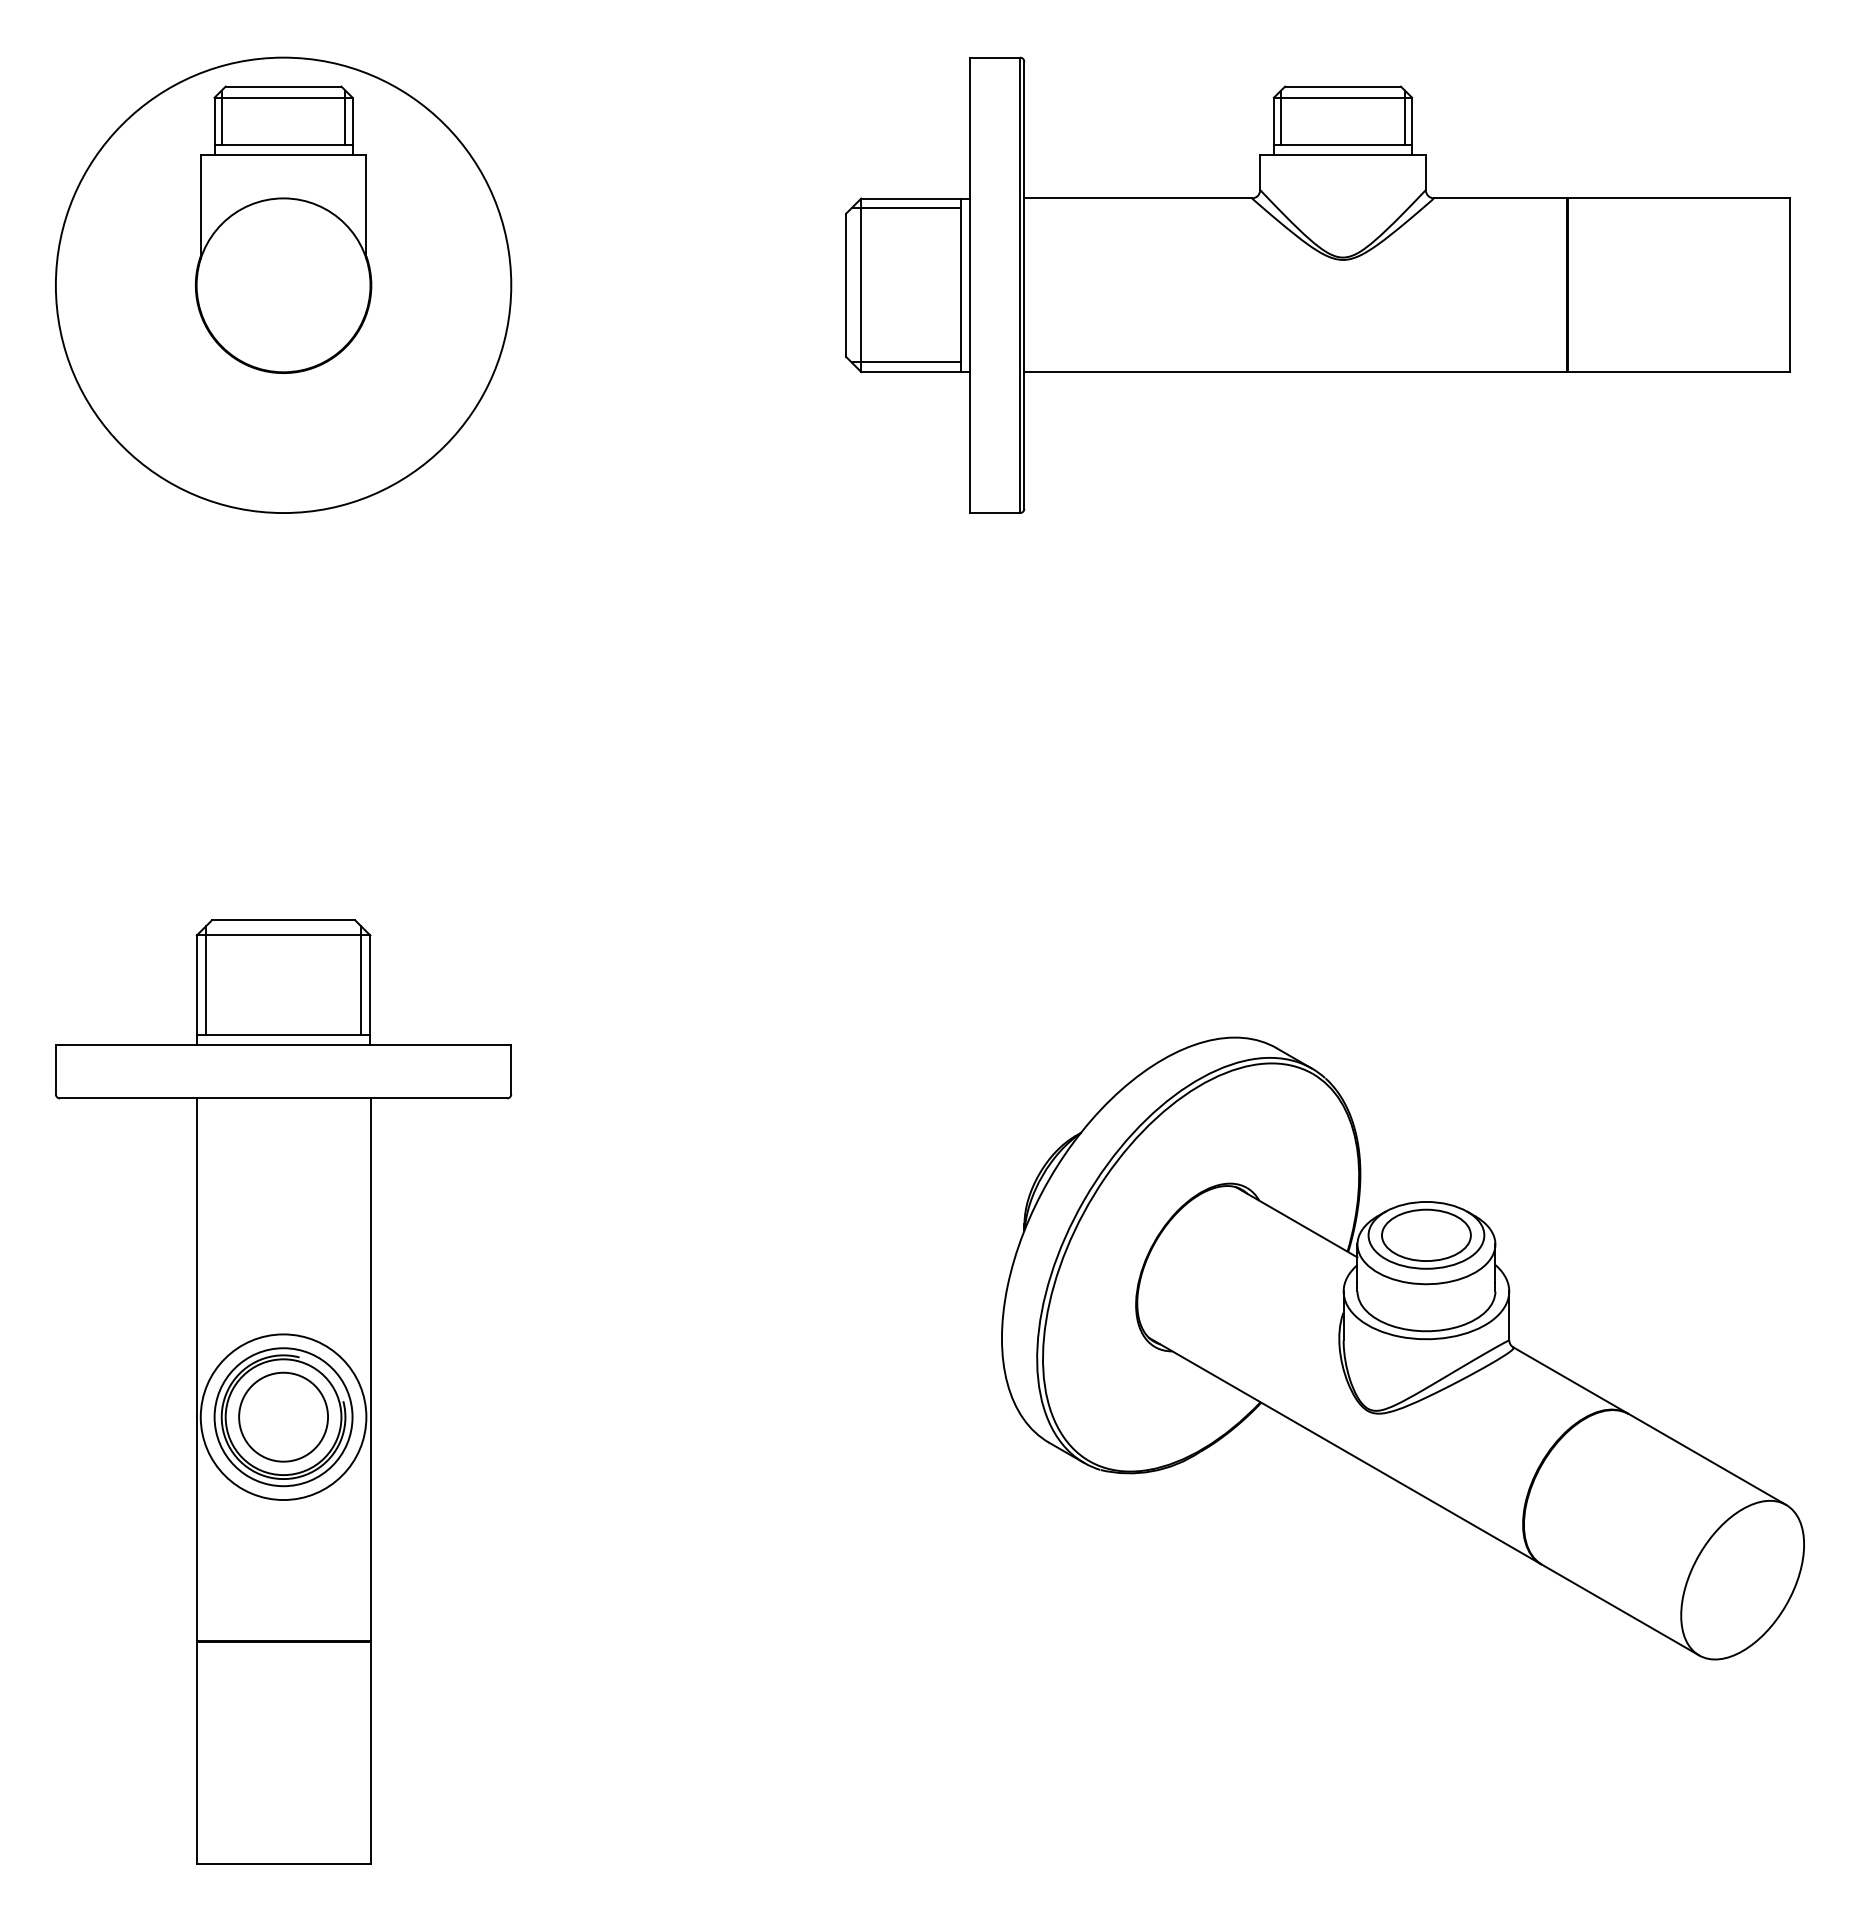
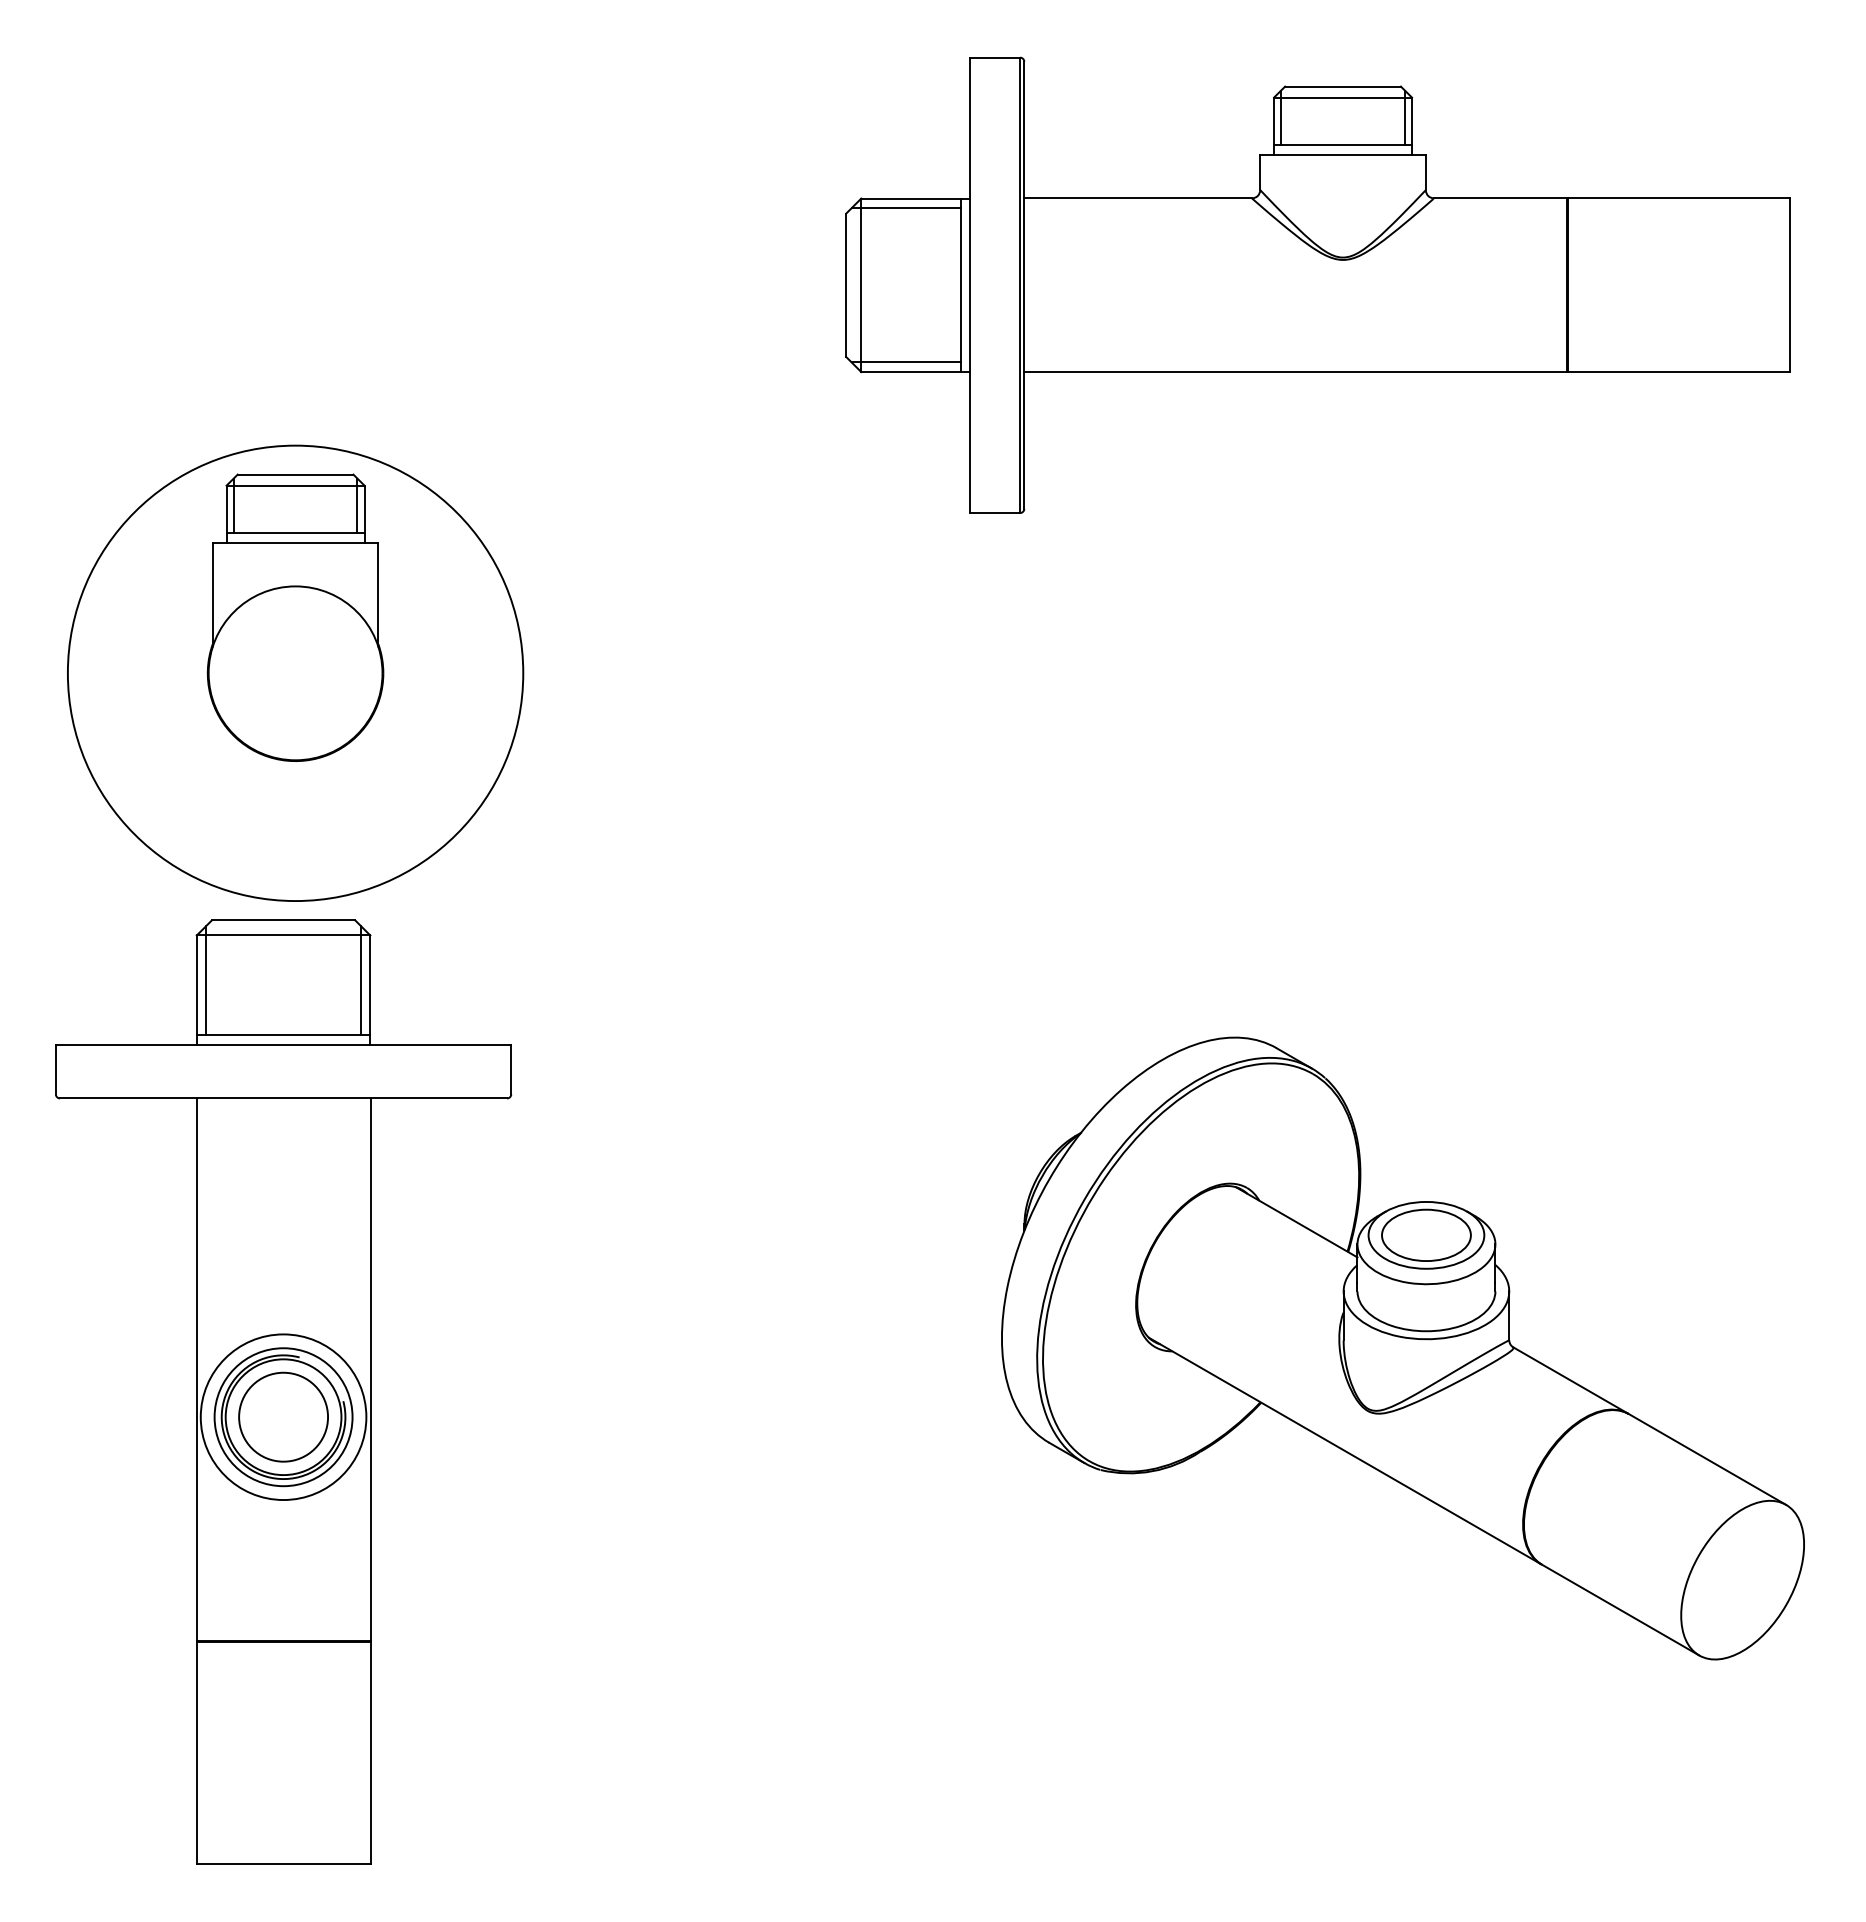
part at (283, 284) position: (283, 284) -> (295, 672)
